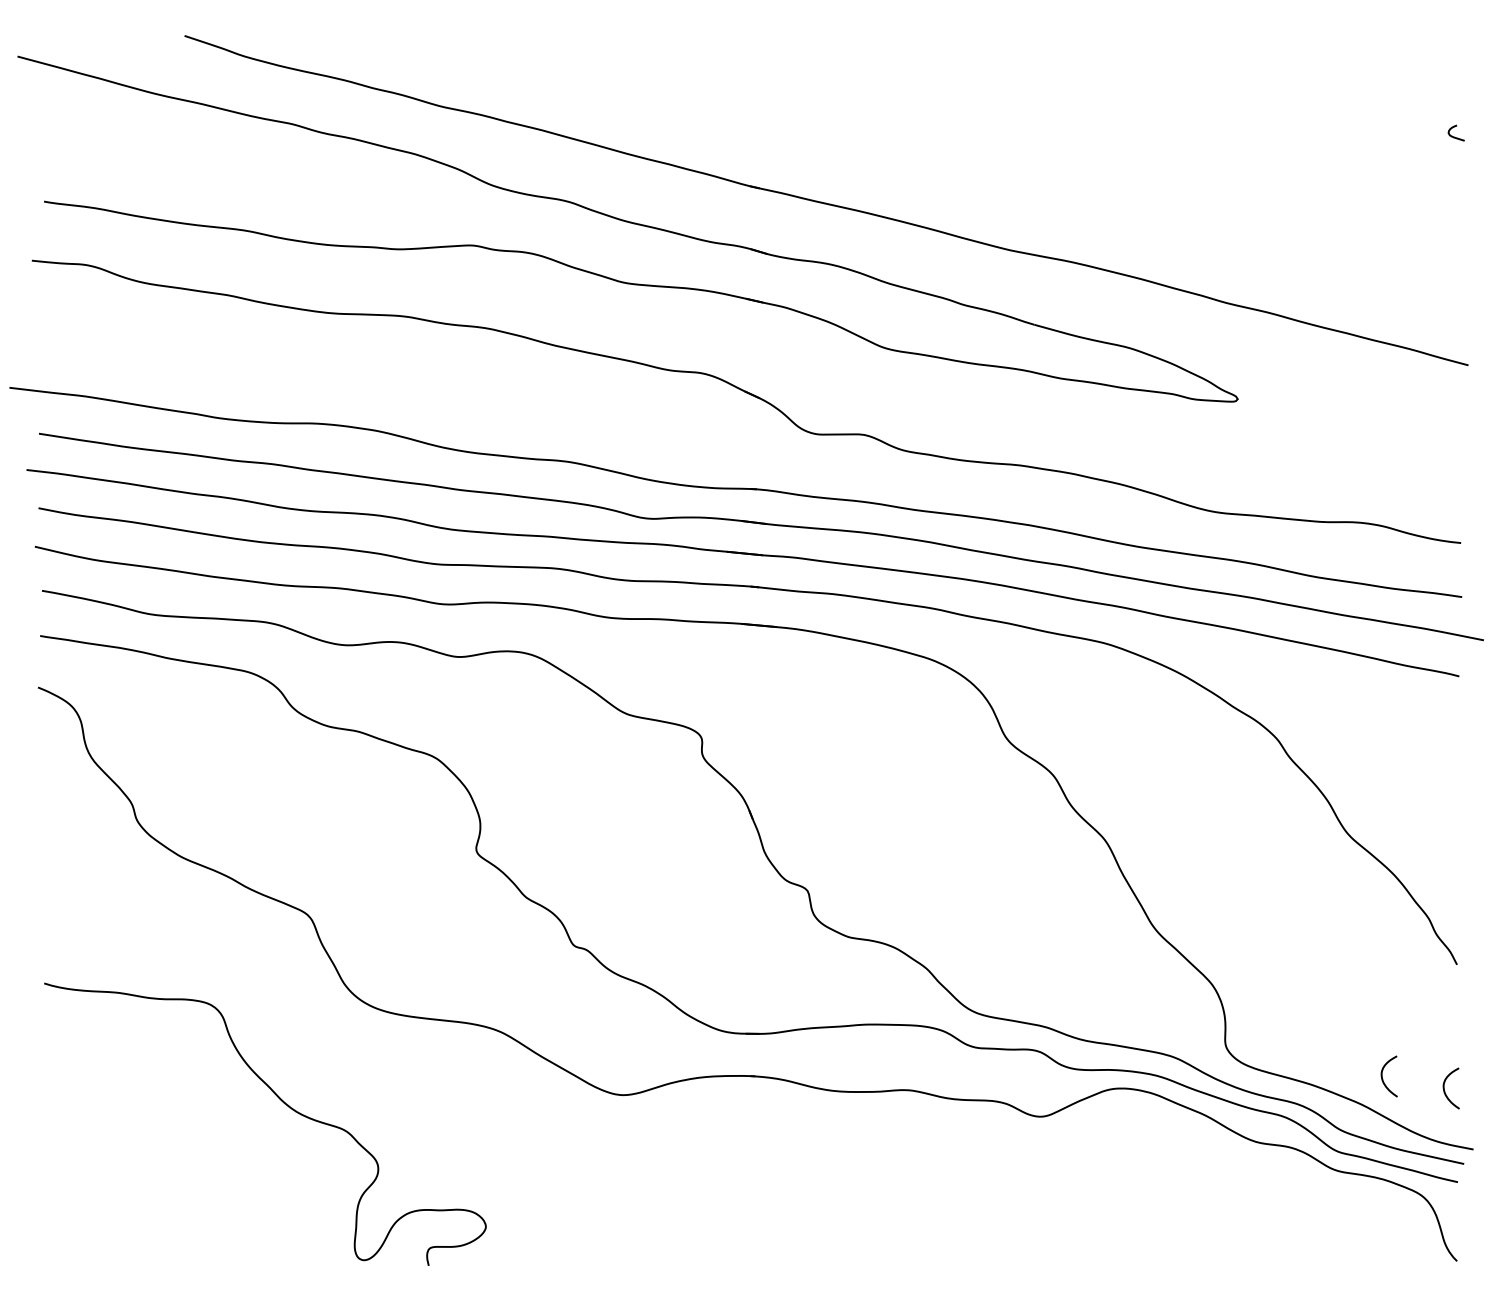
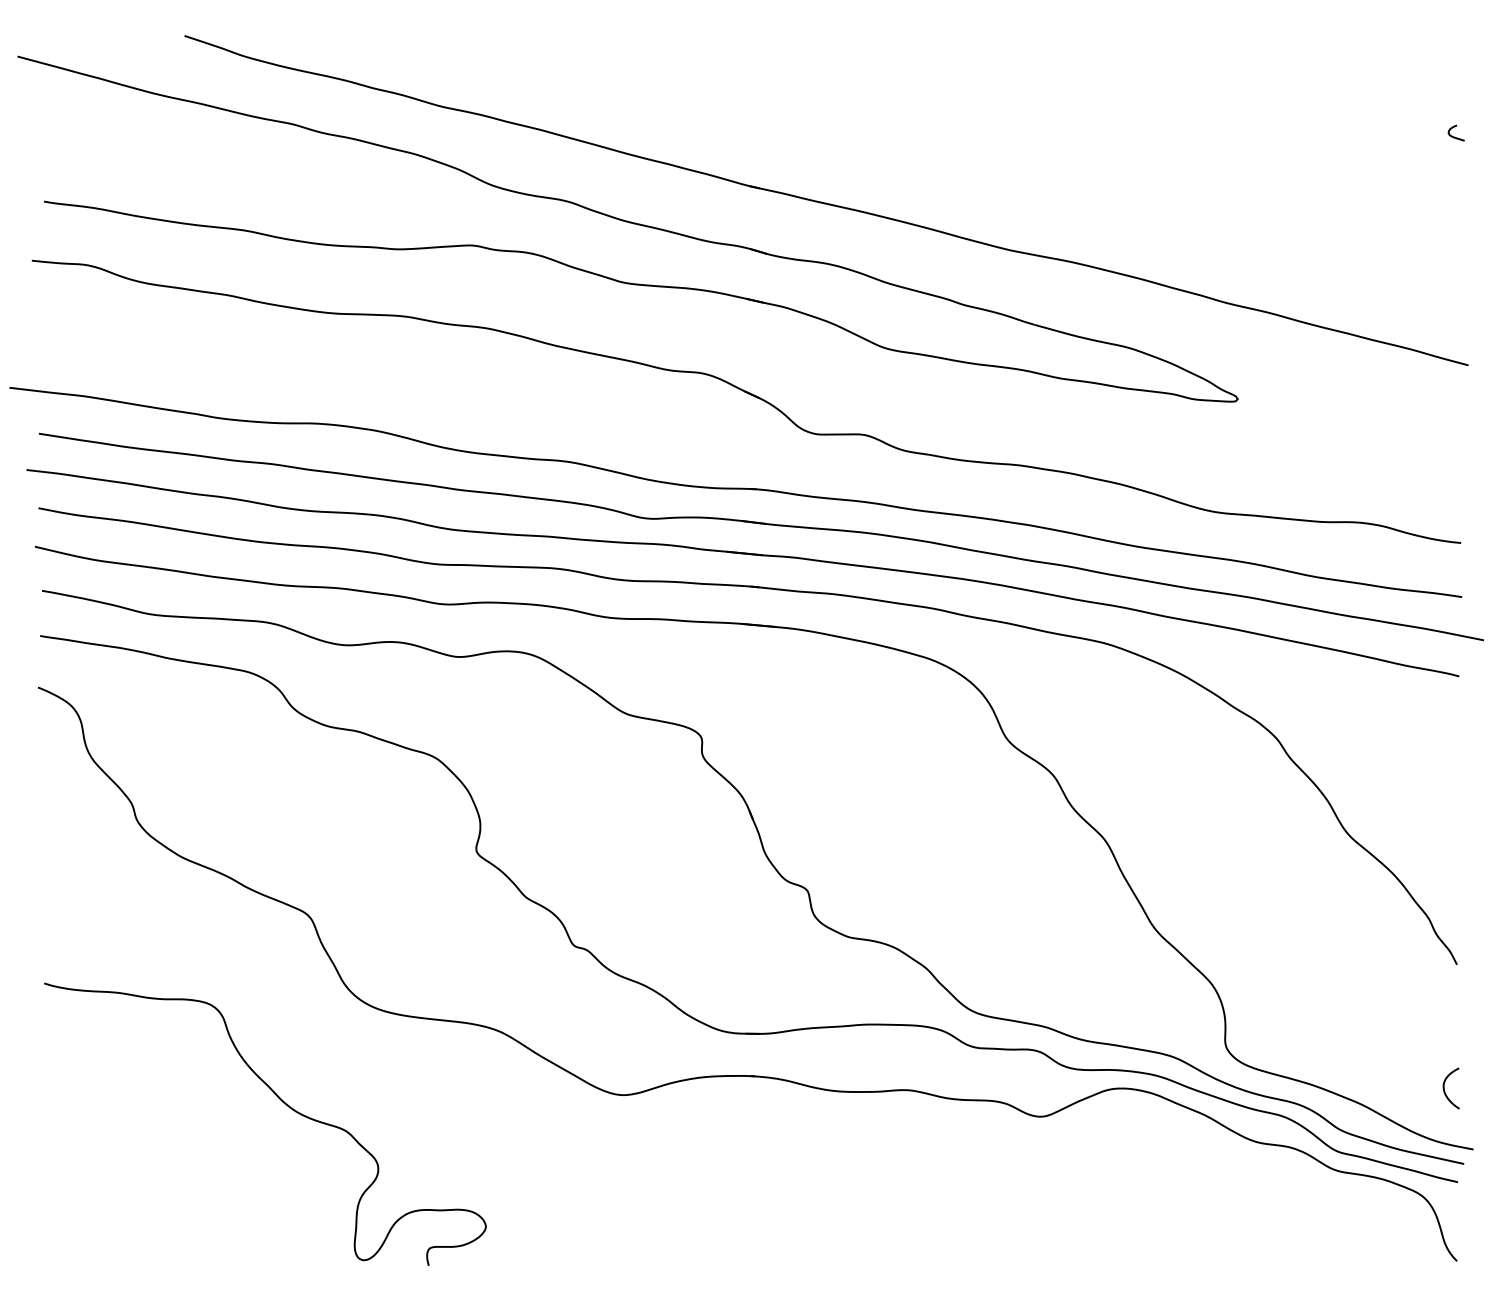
curve at (1383, 1079): present -> none
